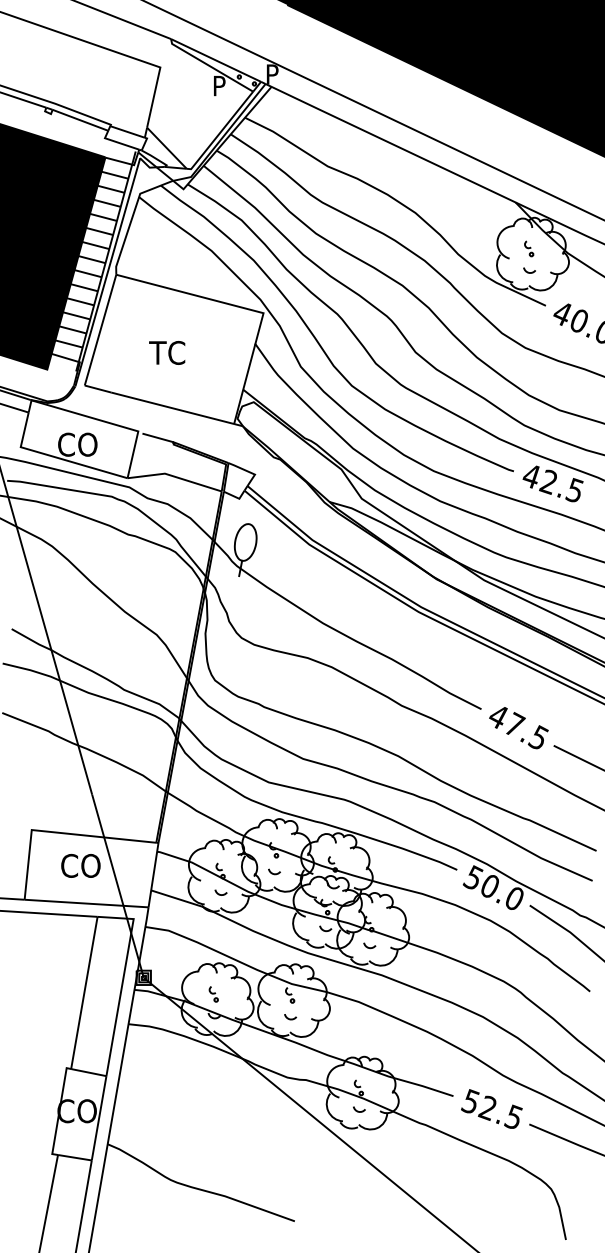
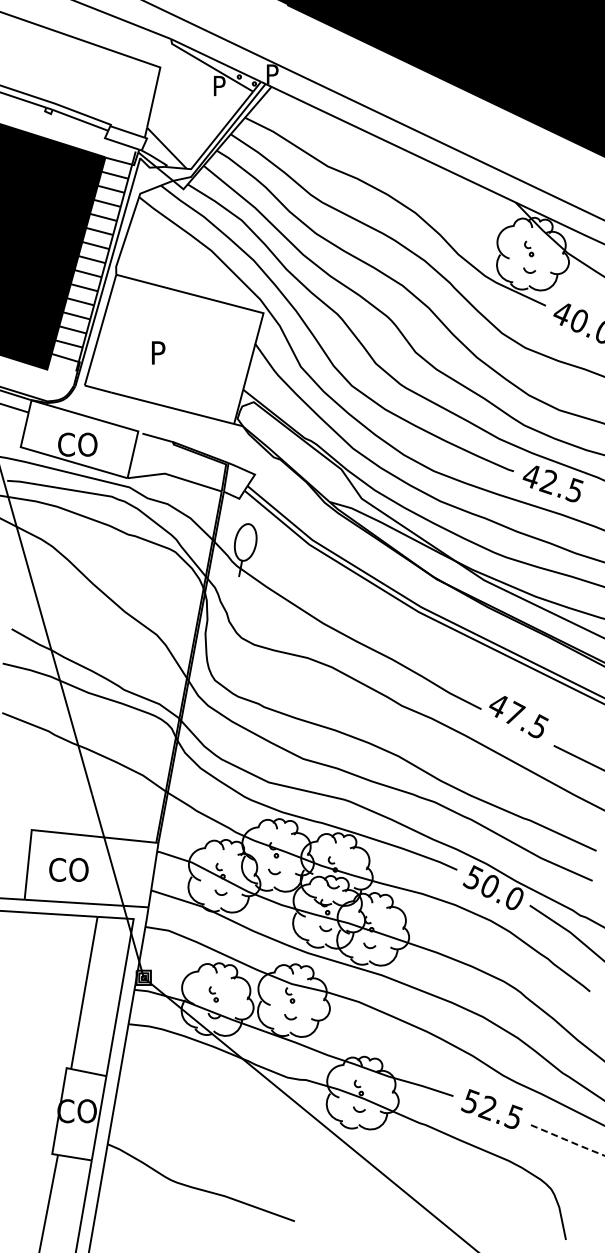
text at (167, 352): TC -> P
text at (518, 728) position: (518, 728) -> (518, 717)
text at (80, 865) position: (80, 865) -> (68, 869)
line at (567, 1140): solid -> dashed
